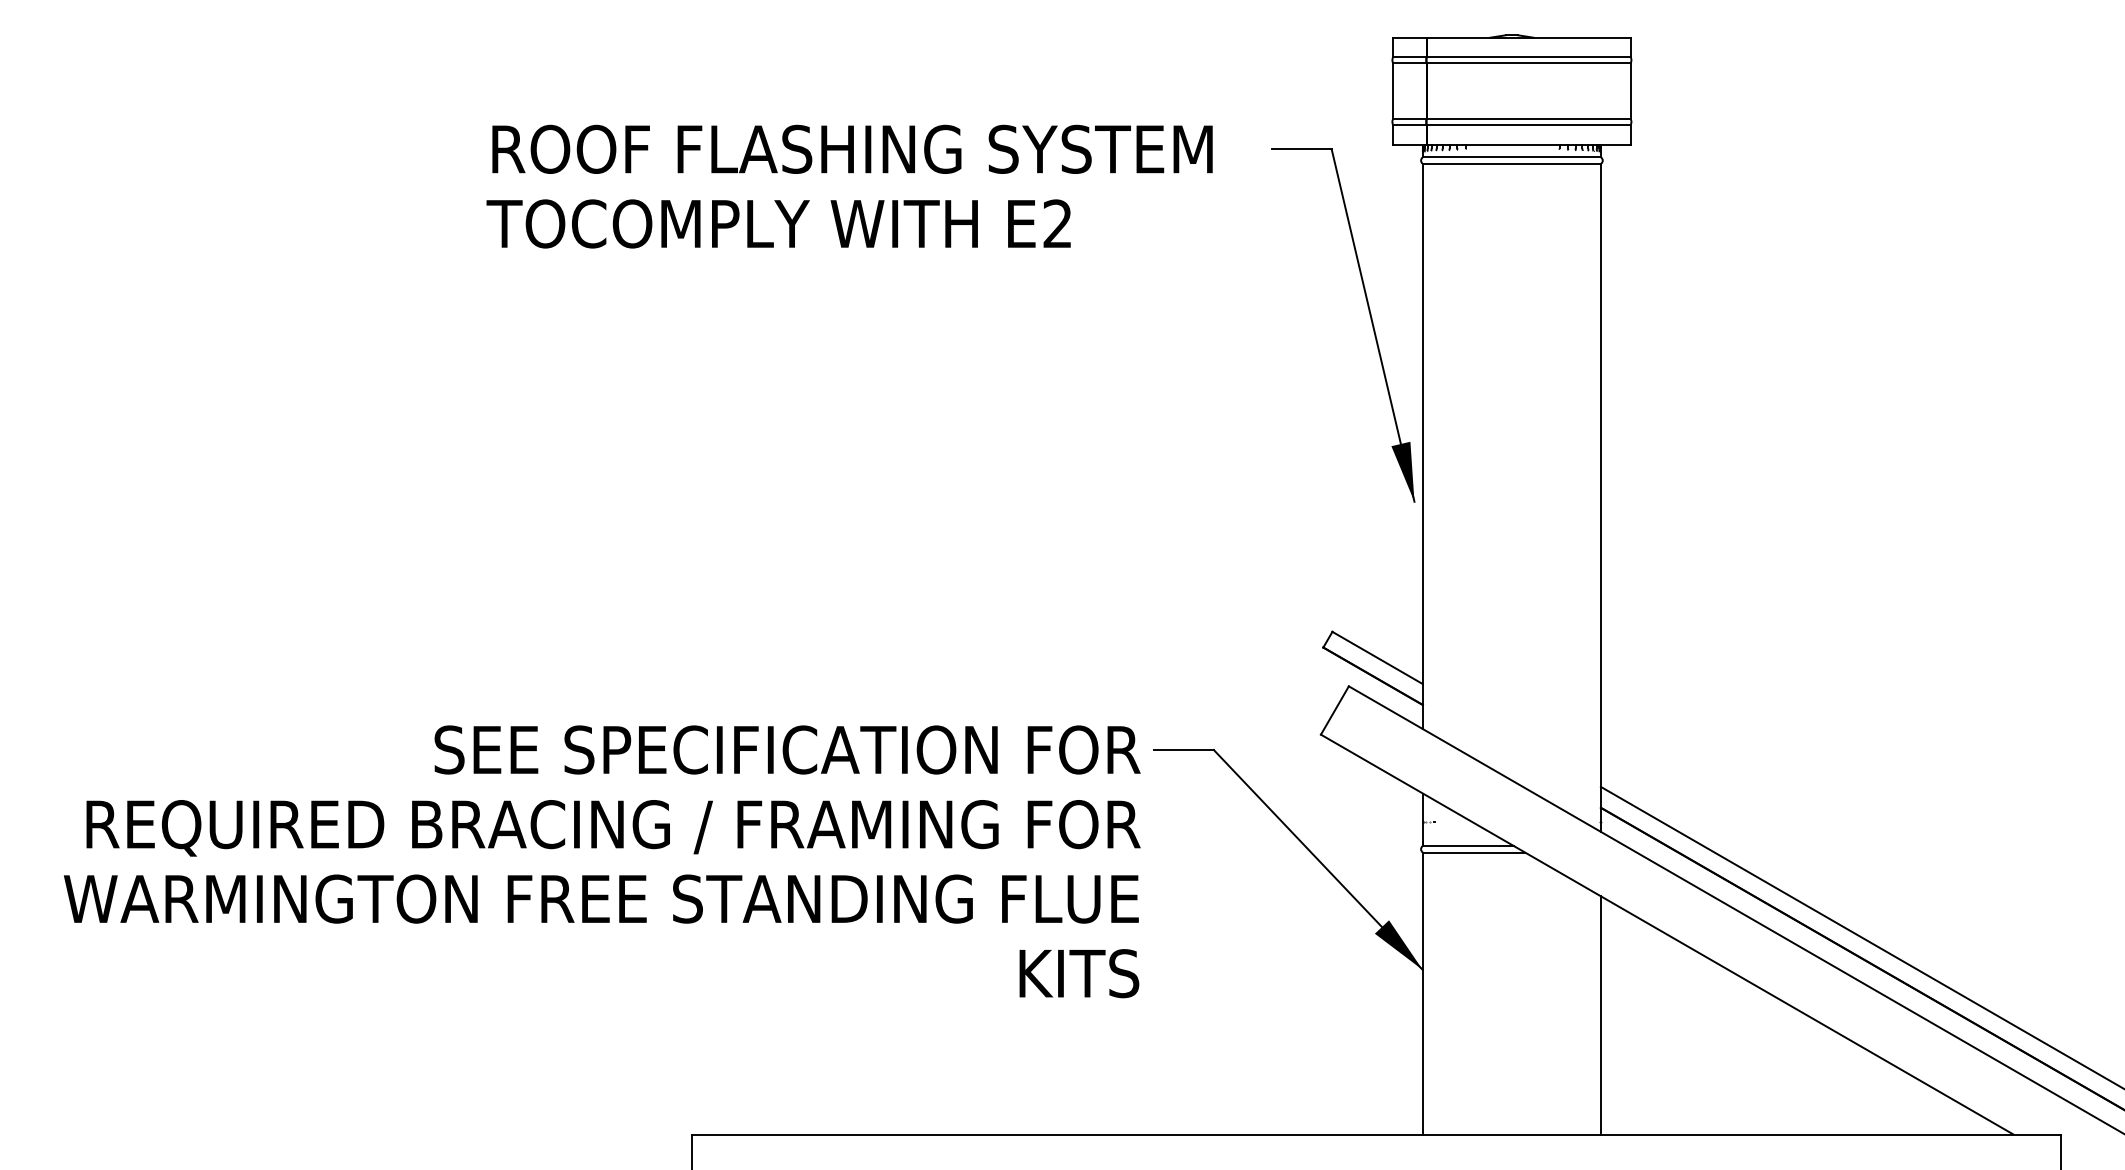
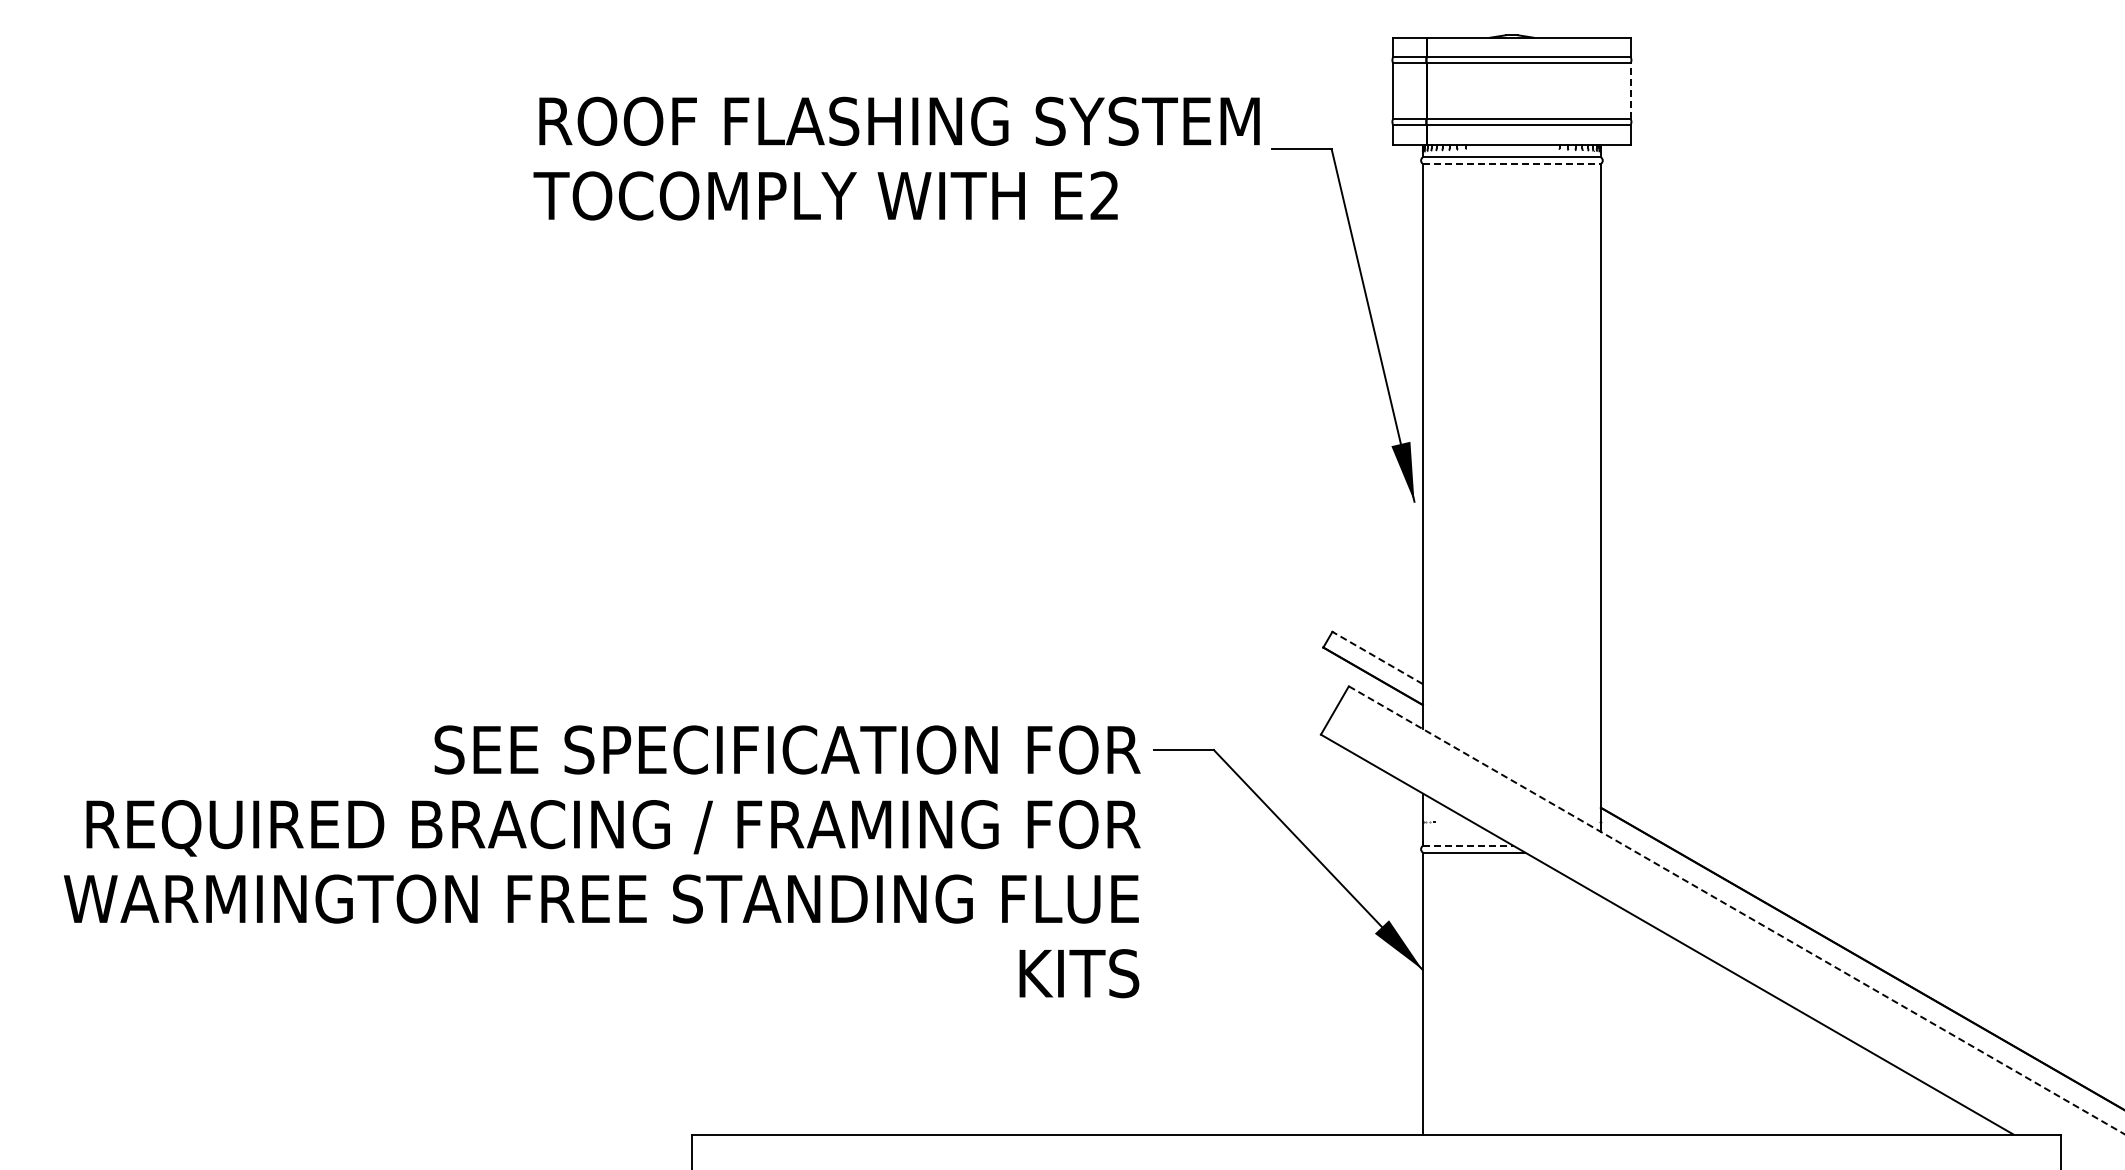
line at (1630, 91): solid -> dashed
line at (1512, 163): solid -> dashed
text at (849, 186) position: (849, 186) -> (896, 158)
line at (1377, 657): solid -> dashed
line at (1468, 845): solid -> dashed
line at (1736, 910): solid -> dashed
line at (1860, 936): present -> none
line at (1600, 1015): present -> none
